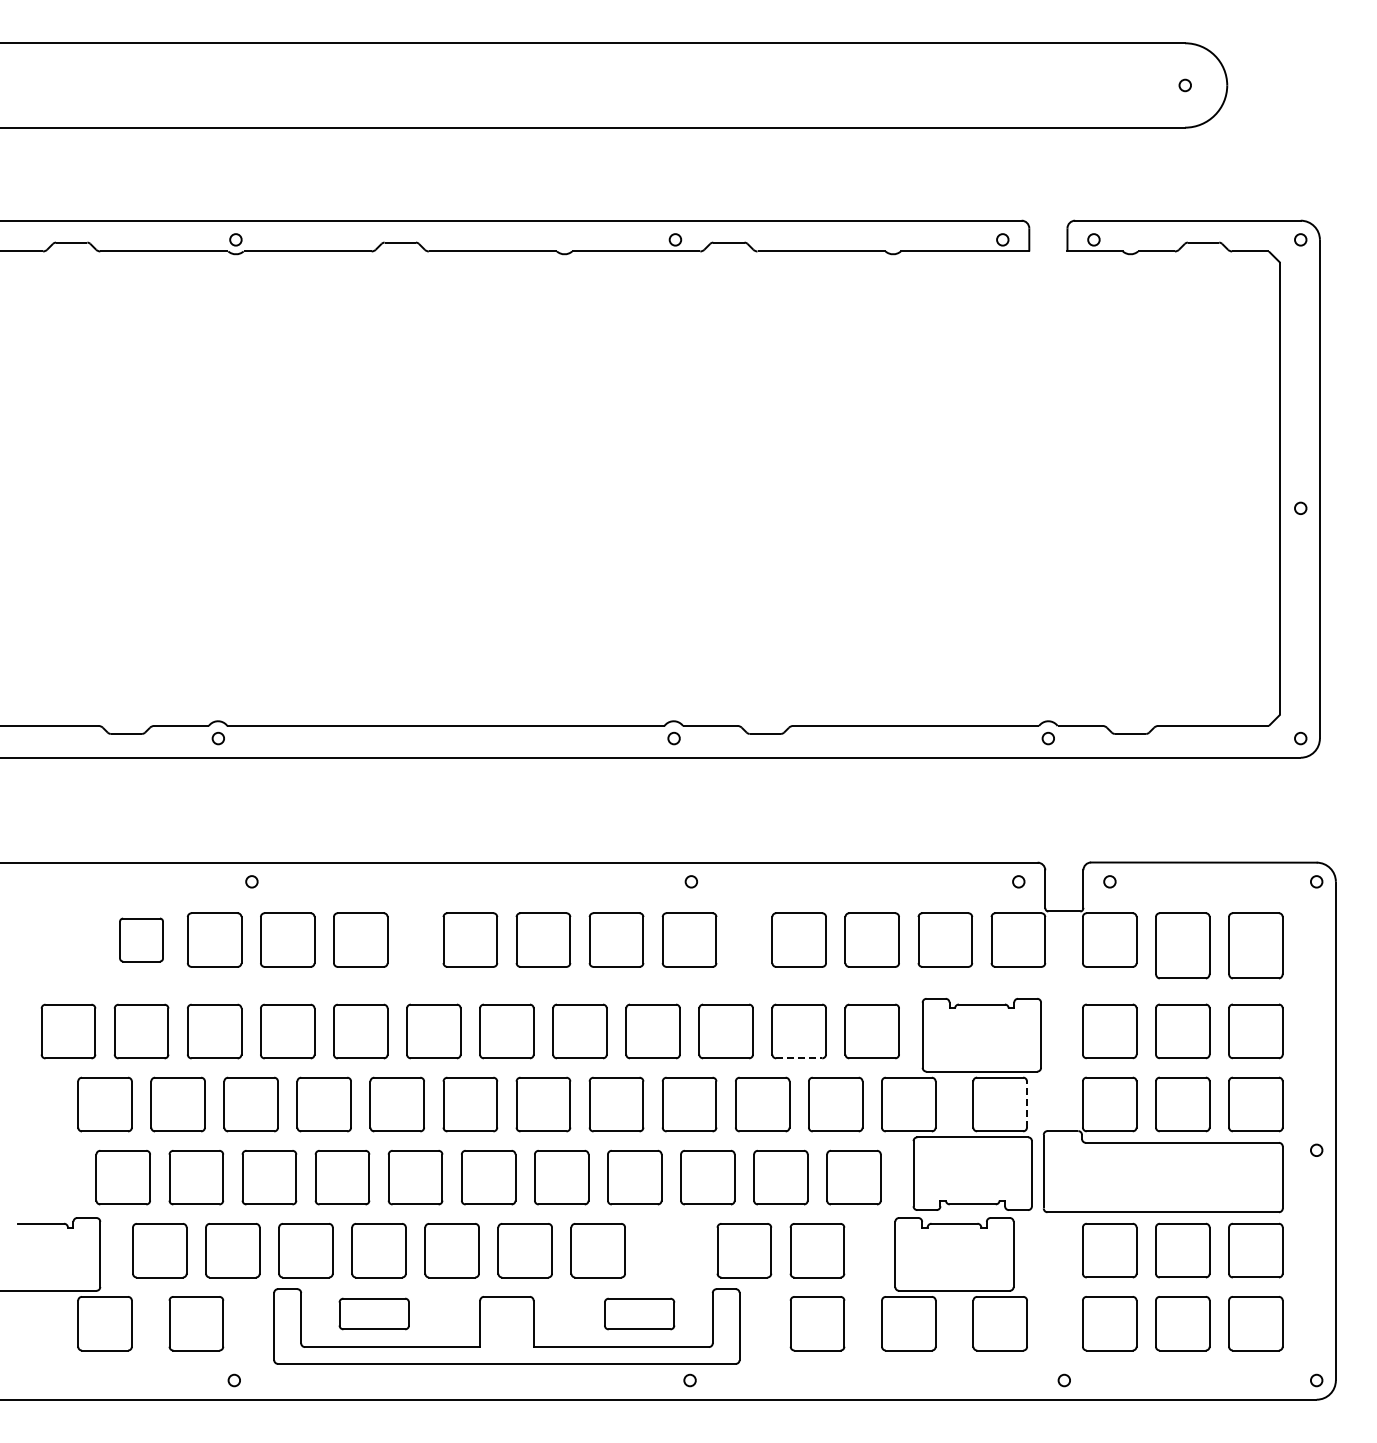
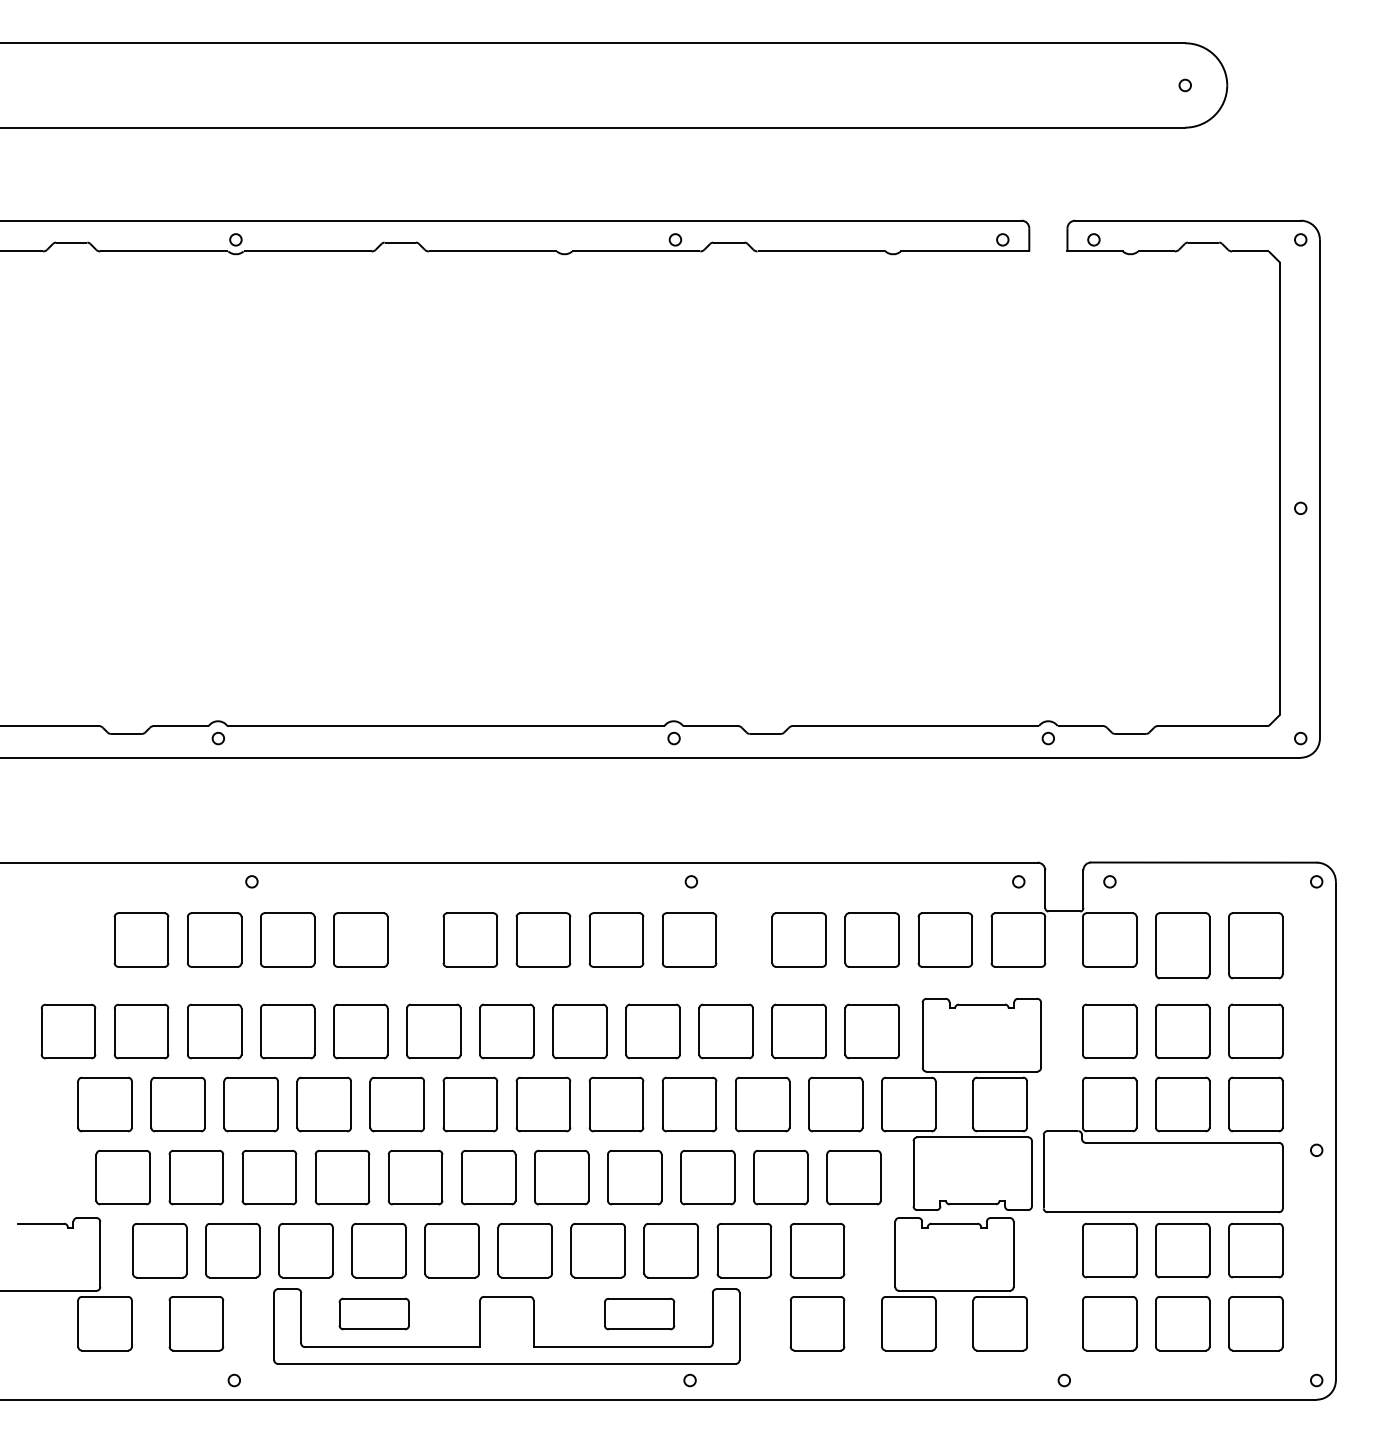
part at (141, 939) size: 45x46 px -> 57x56 px
line at (799, 1058): dashed -> solid
line at (1027, 1103): dashed -> solid
part at (670, 1250): none -> present
